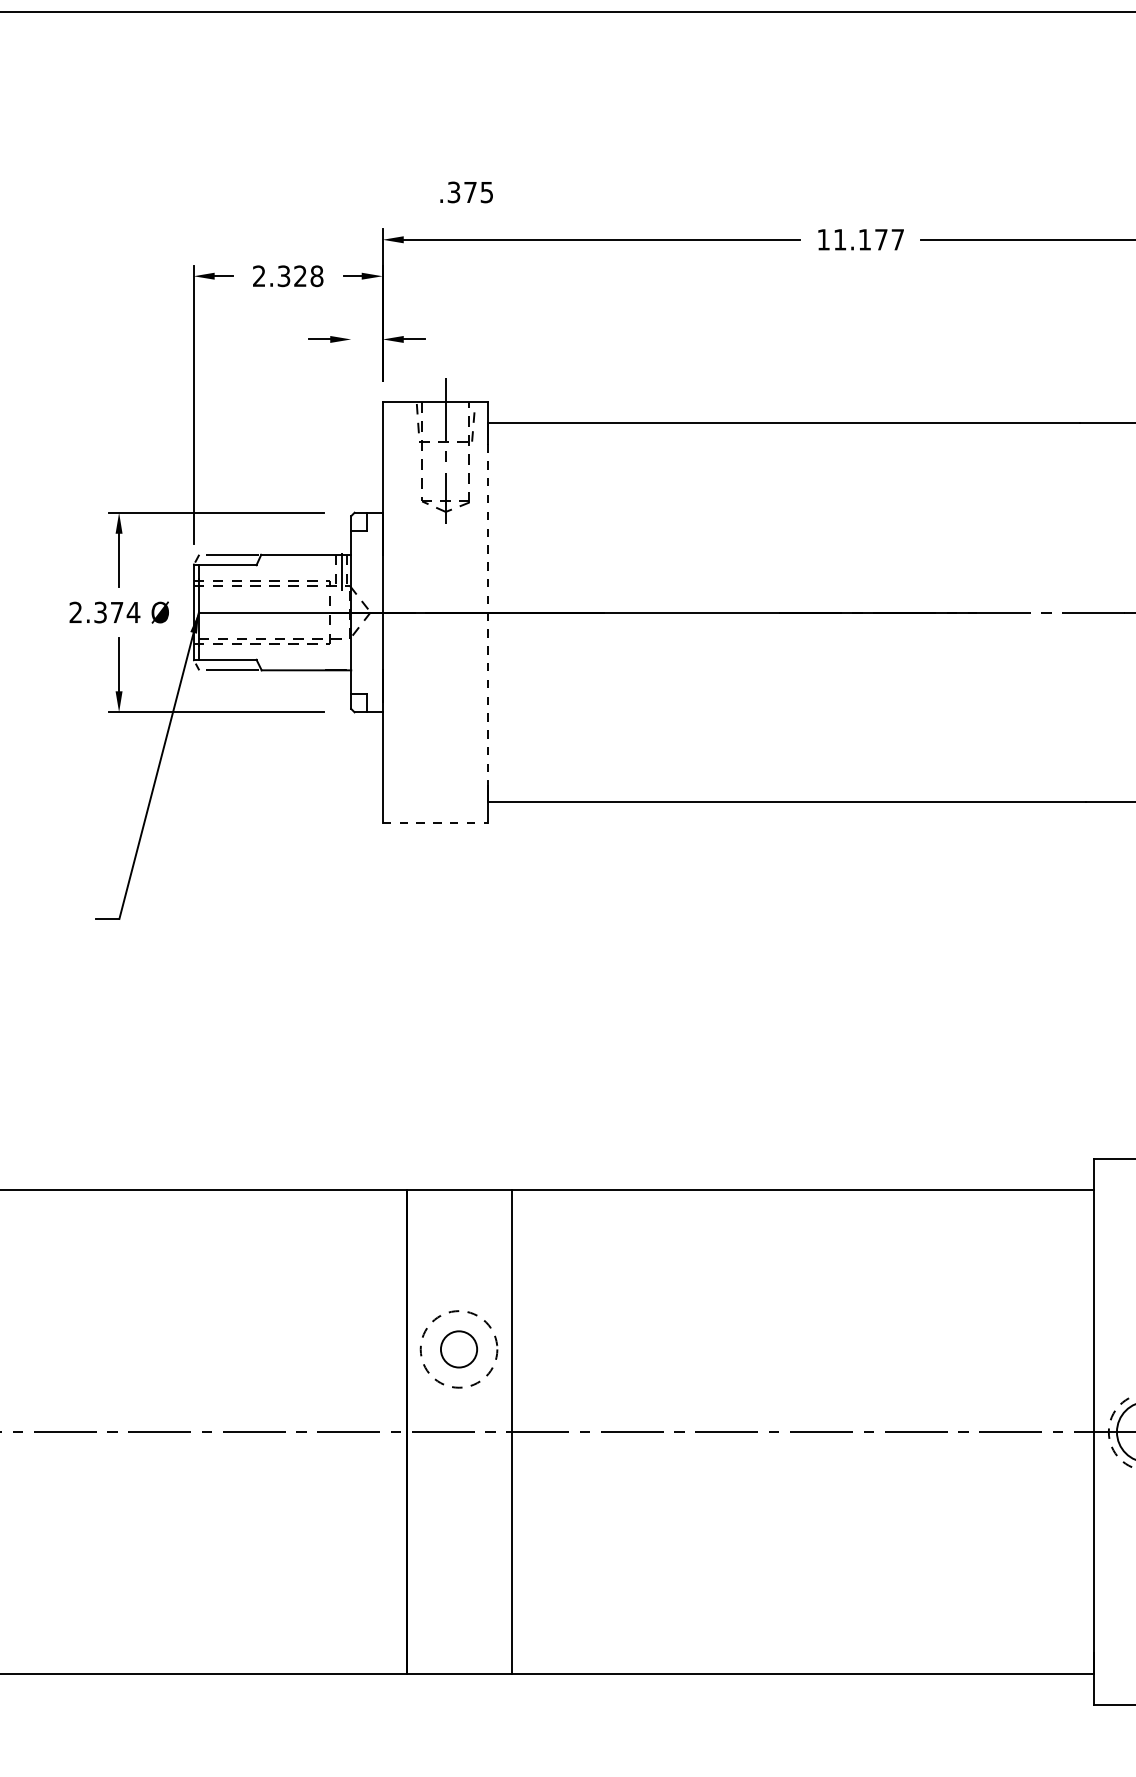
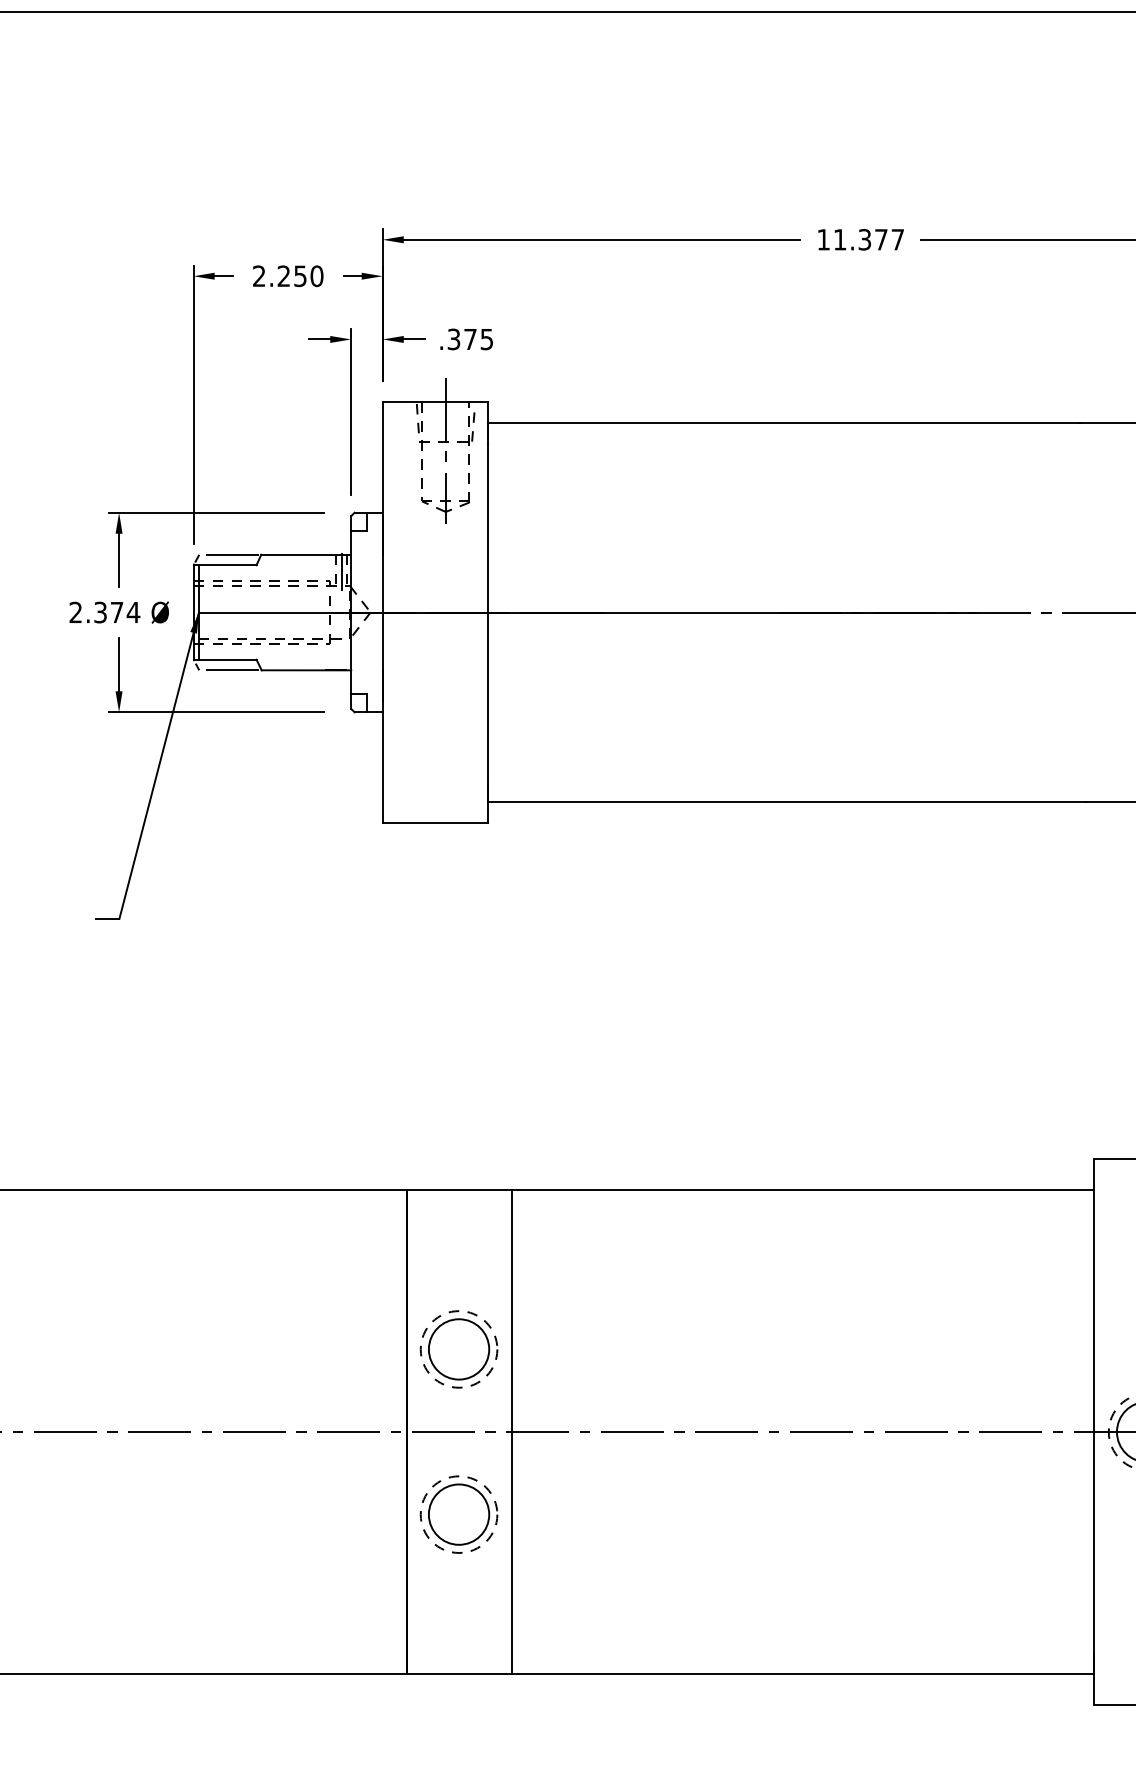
text at (466, 192) position: (466, 192) -> (466, 339)
text at (864, 239): 11.177 -> 11.377
text at (300, 276): 2.328 -> 2.250
line at (351, 411): none -> present
line at (487, 613): dashed -> solid
line at (435, 822): dashed -> solid
circle at (458, 1349) diameter: 36 px -> 60 px
part at (458, 1514): none -> present
